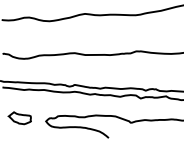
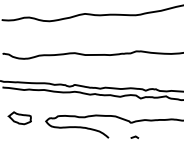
curve at (134, 136): none -> present
